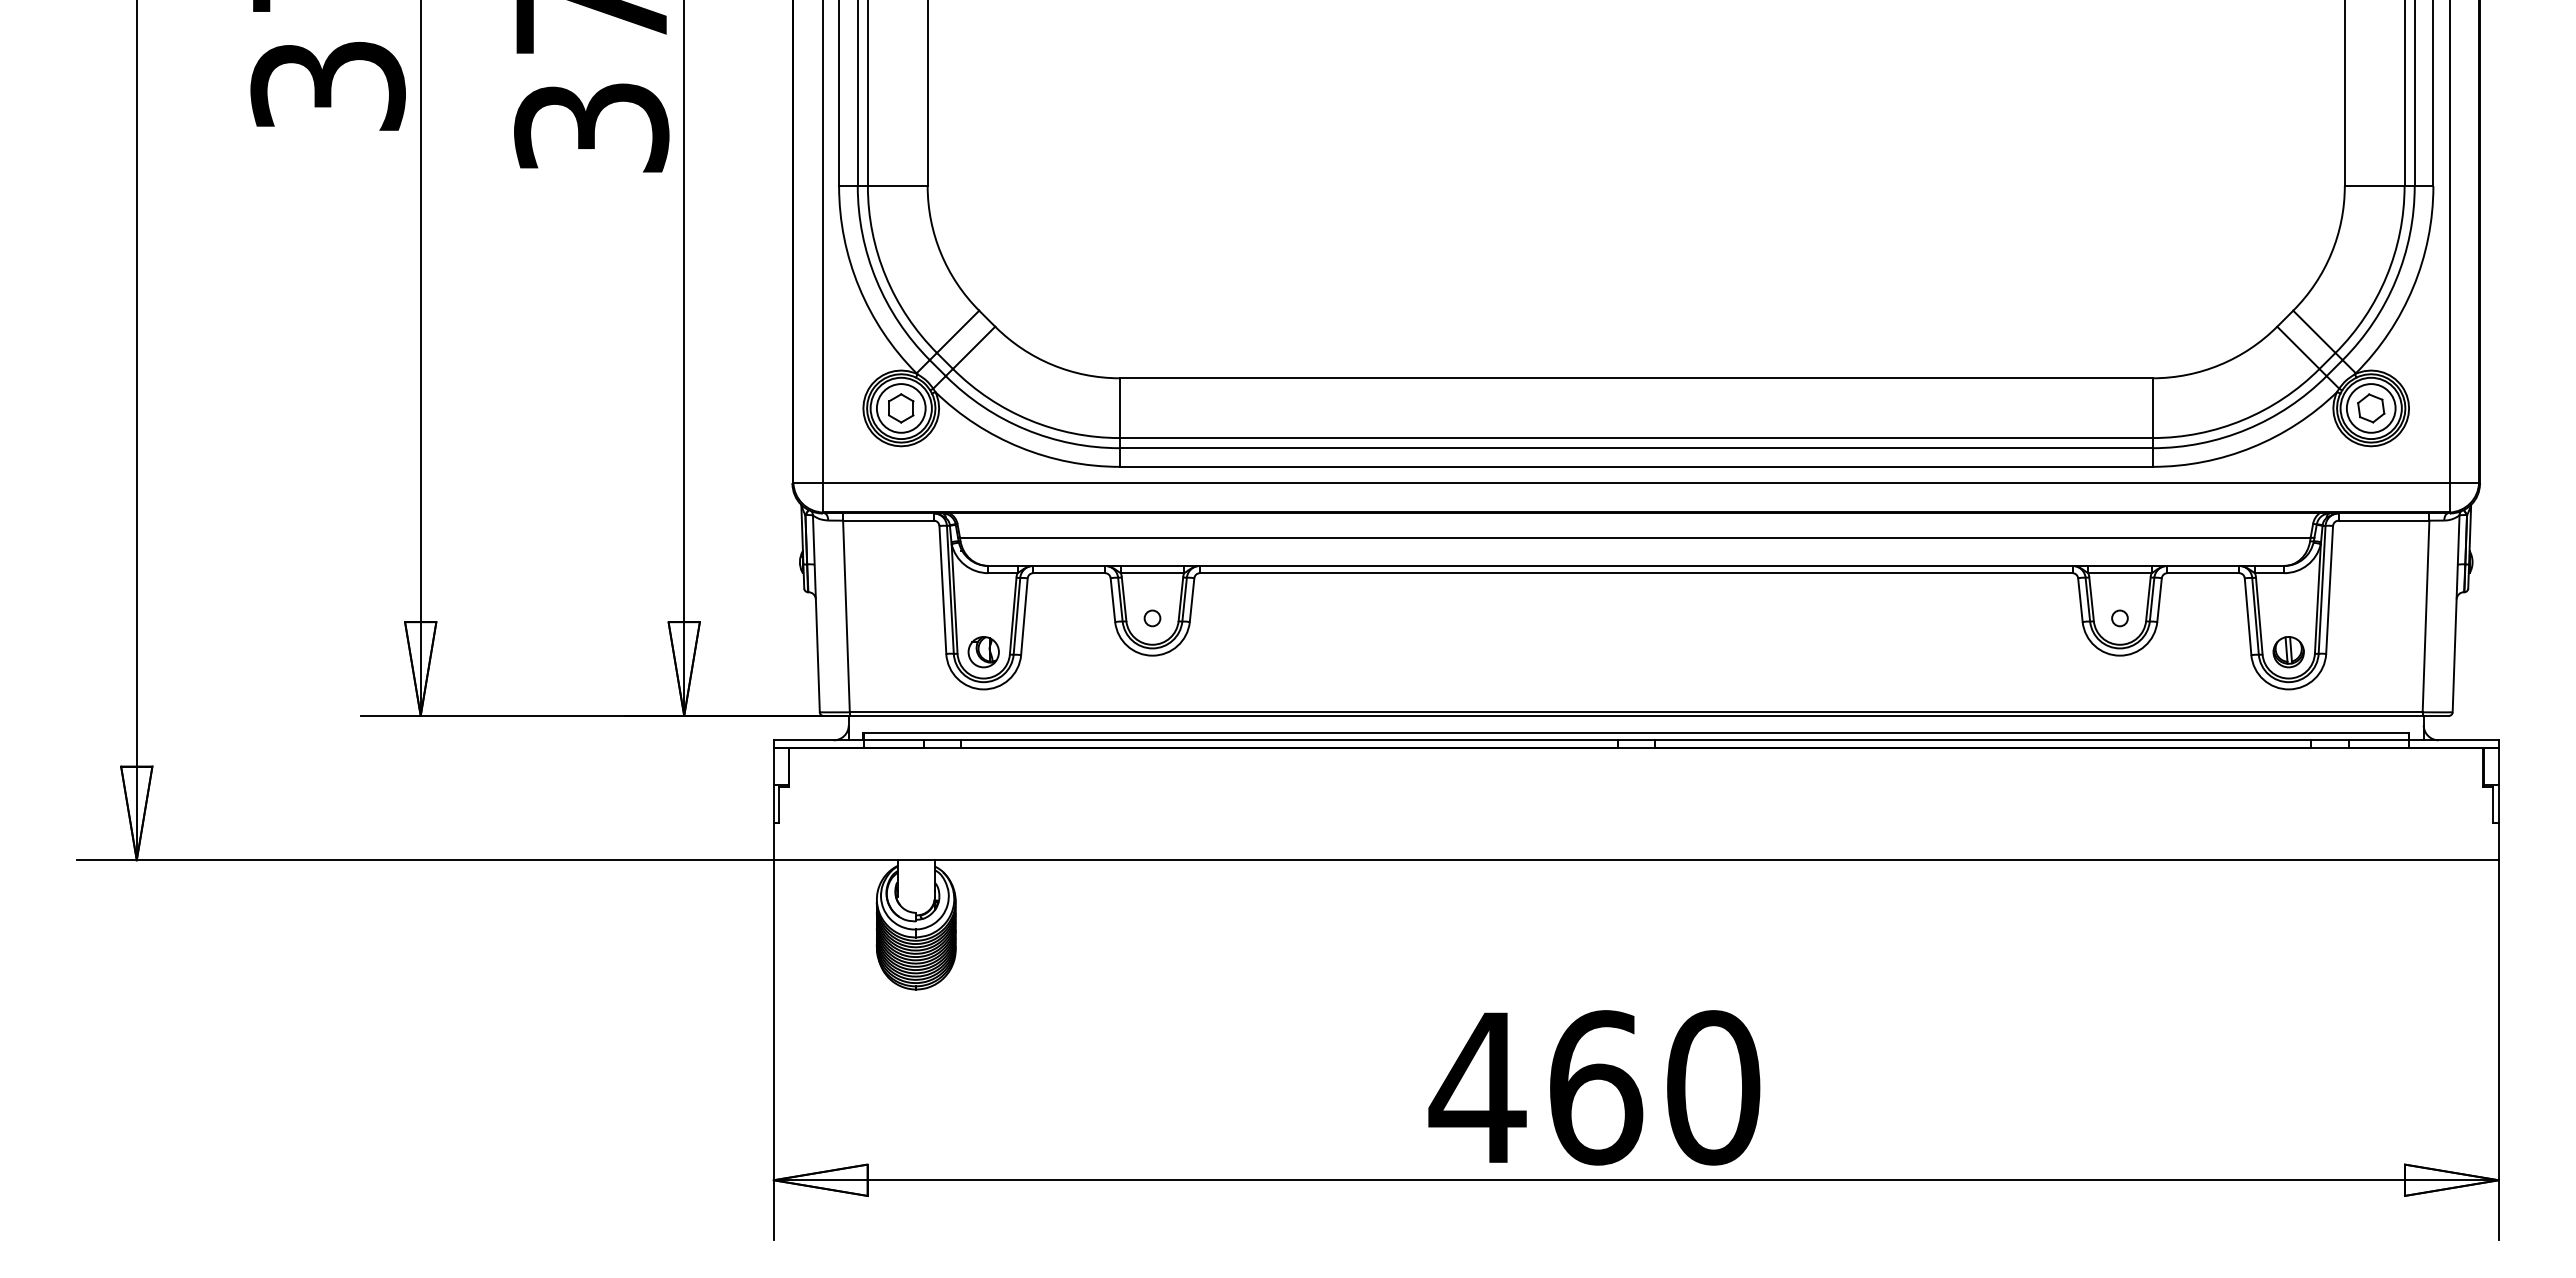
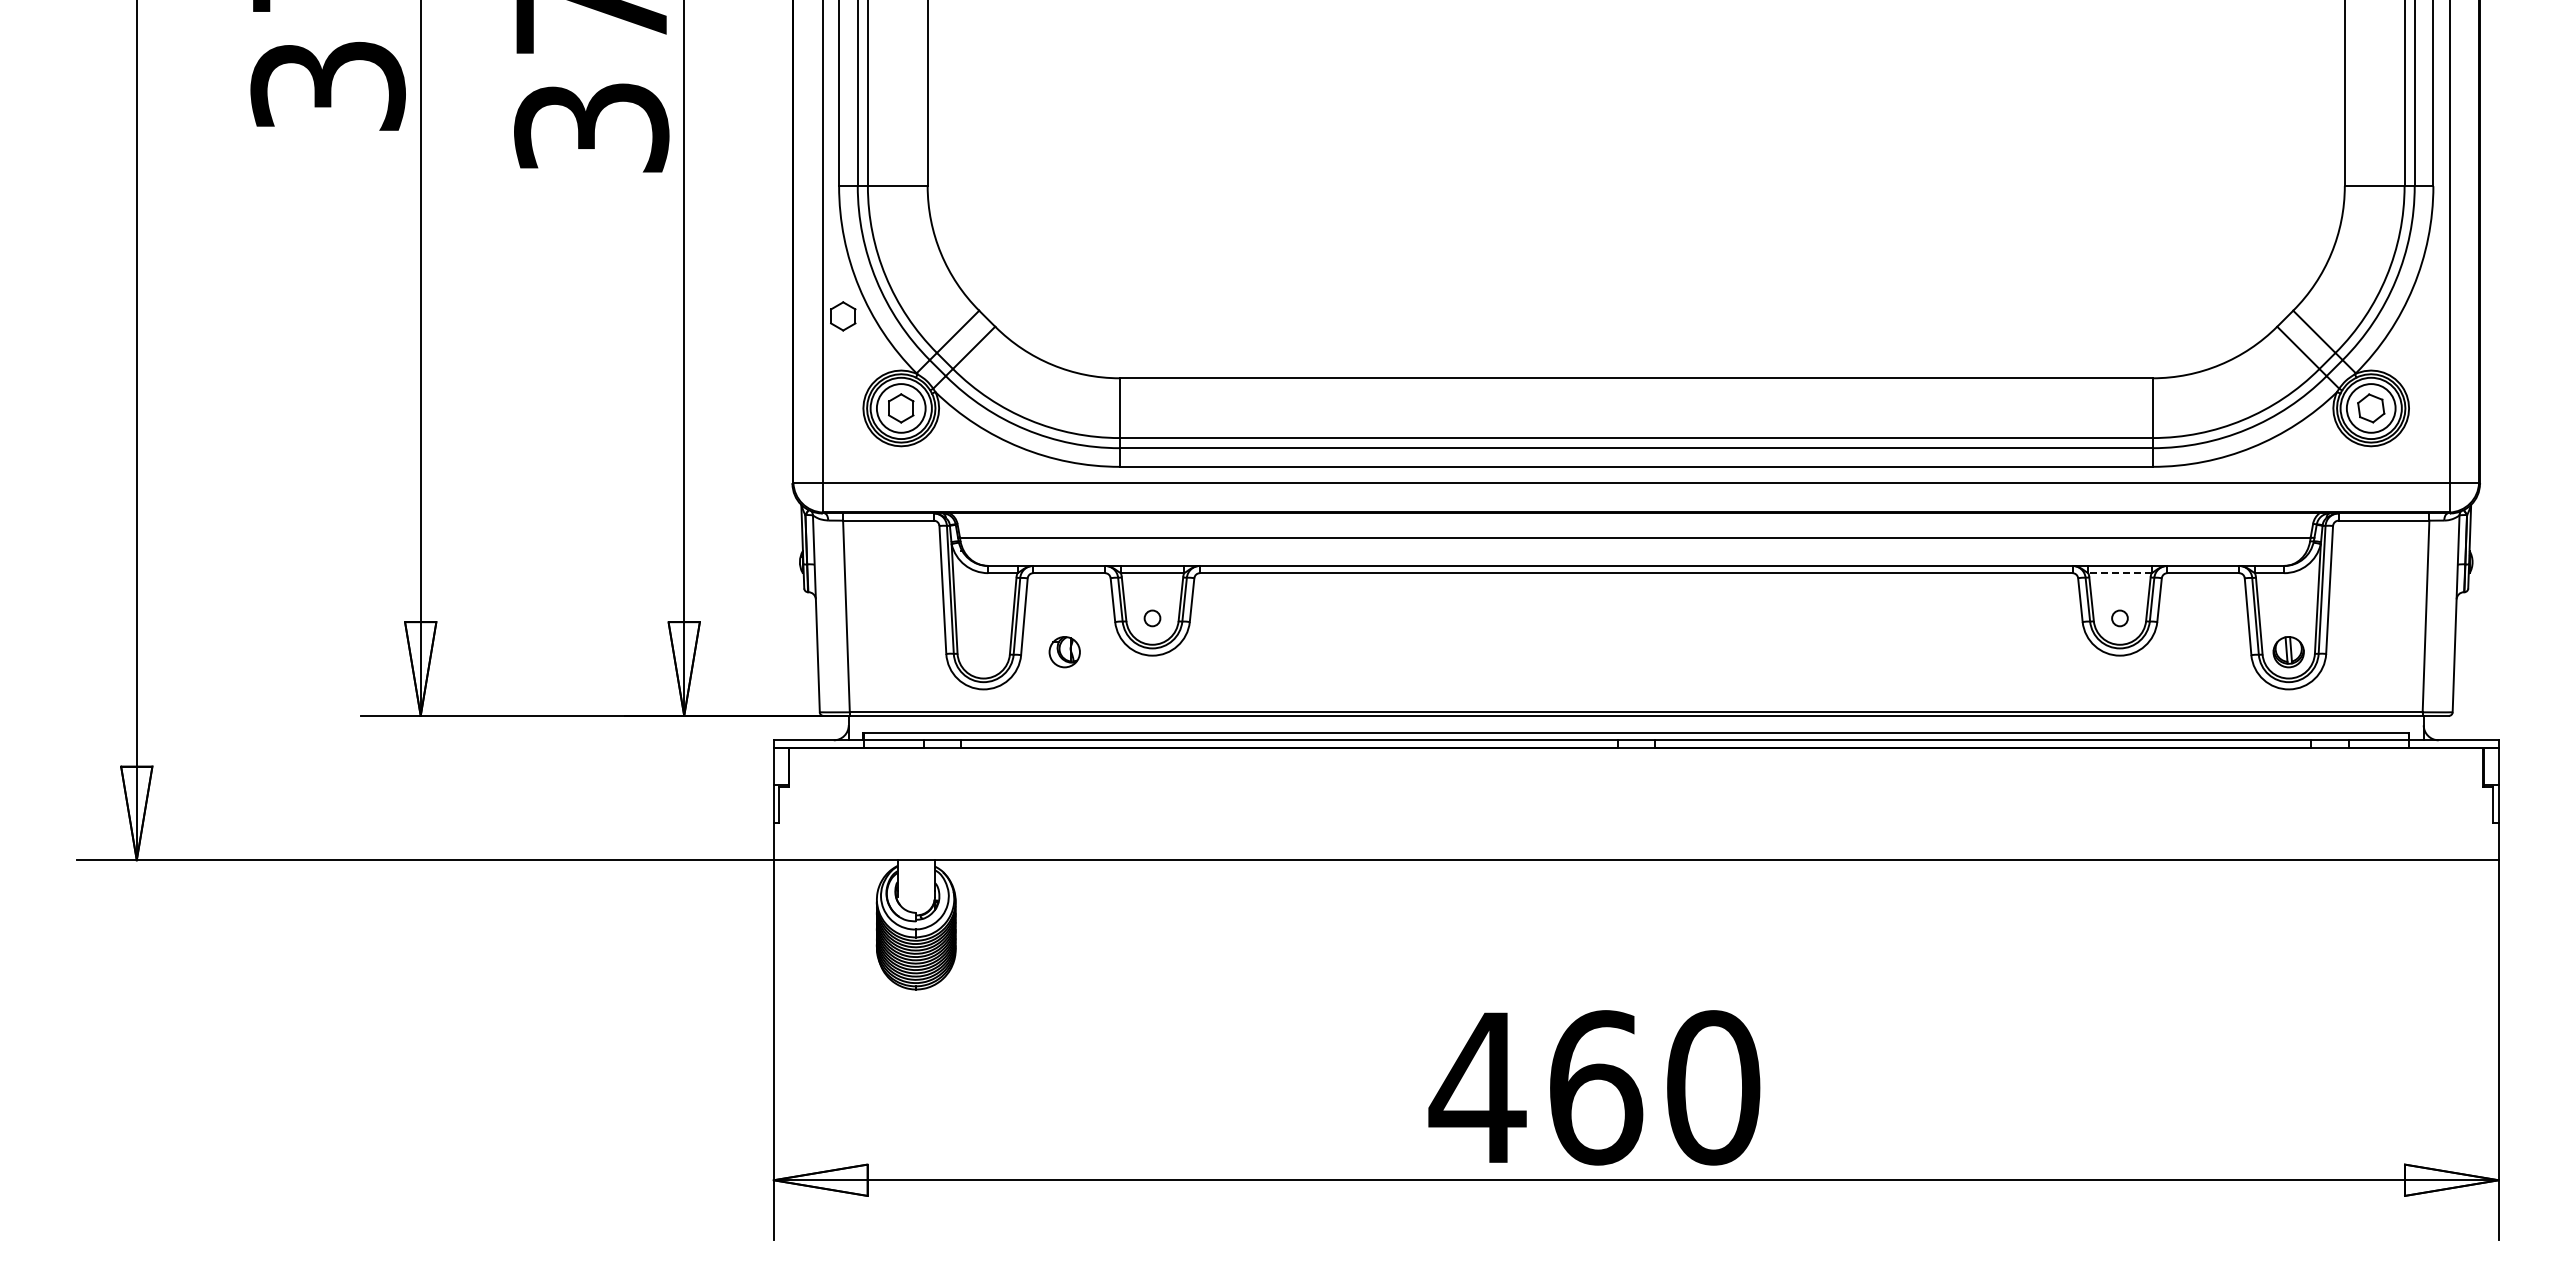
part at (843, 316): none -> present
line at (2119, 573): solid -> dashed
part at (983, 652) position: (983, 652) -> (1064, 652)
